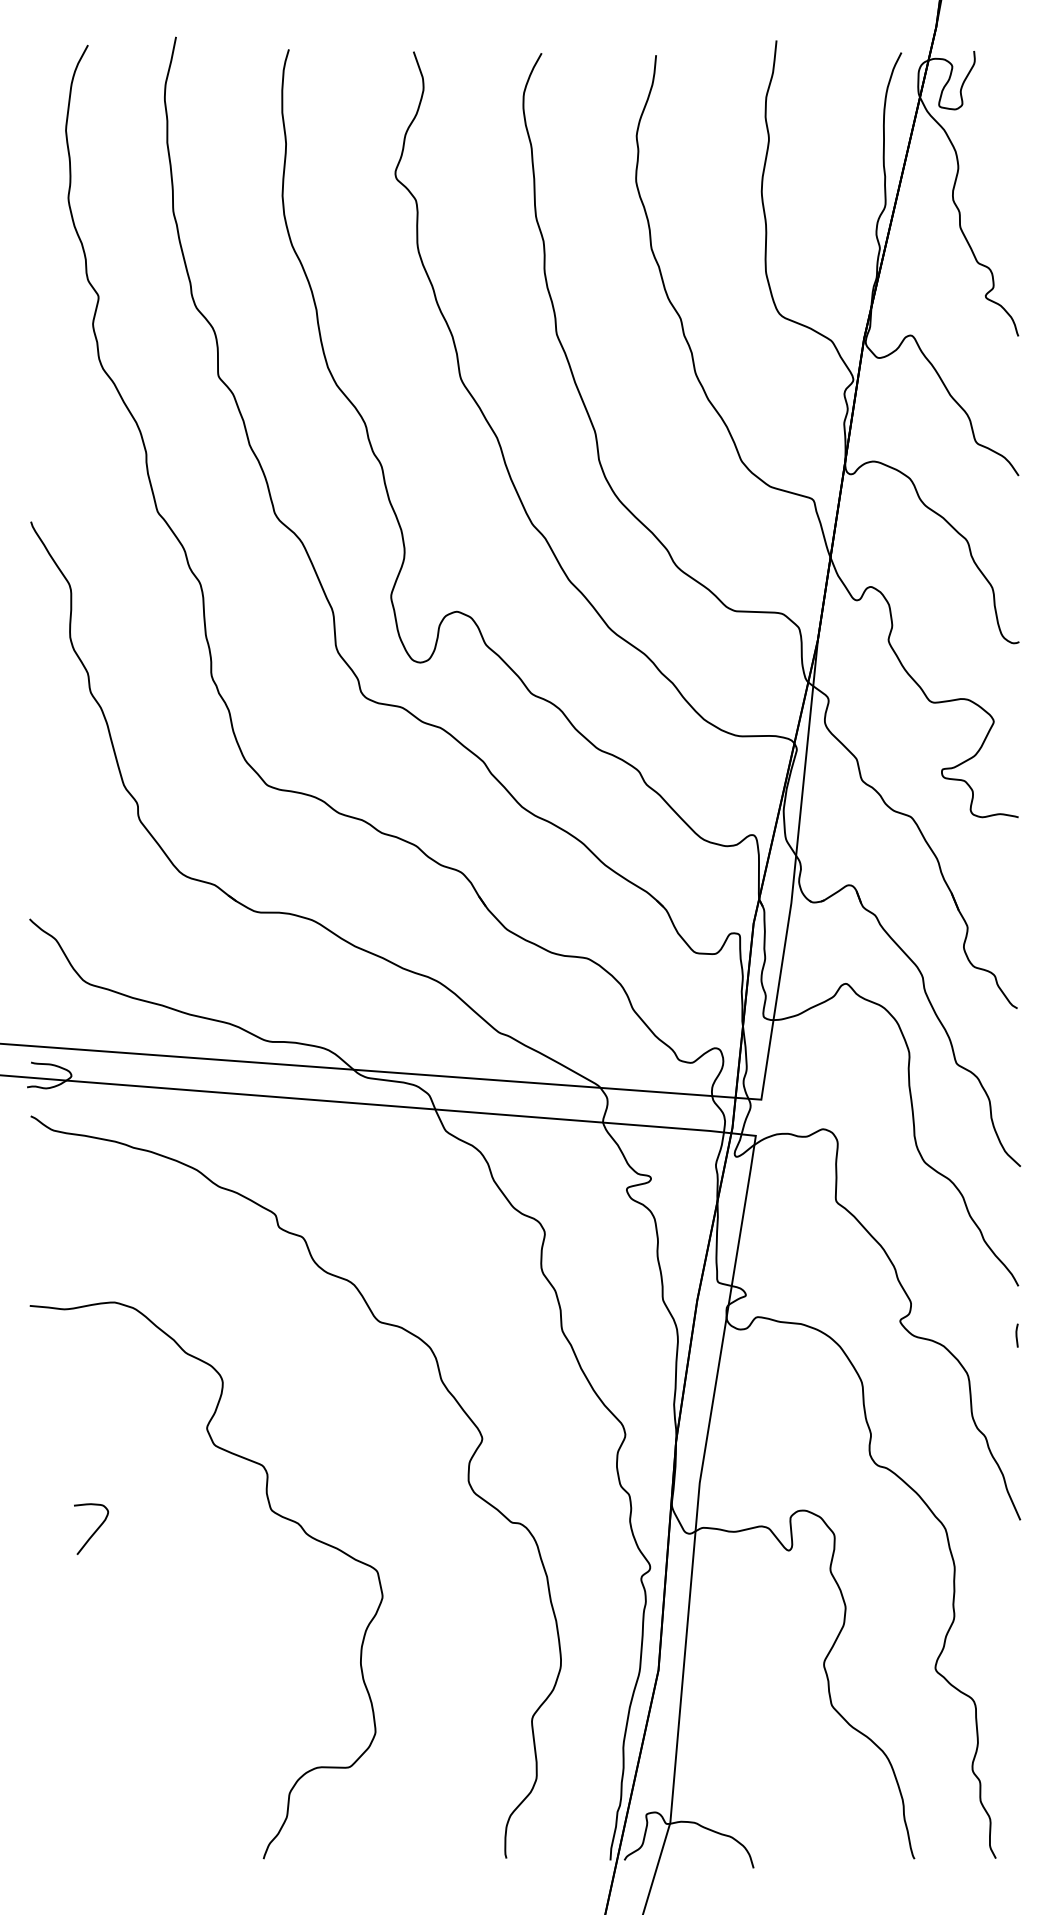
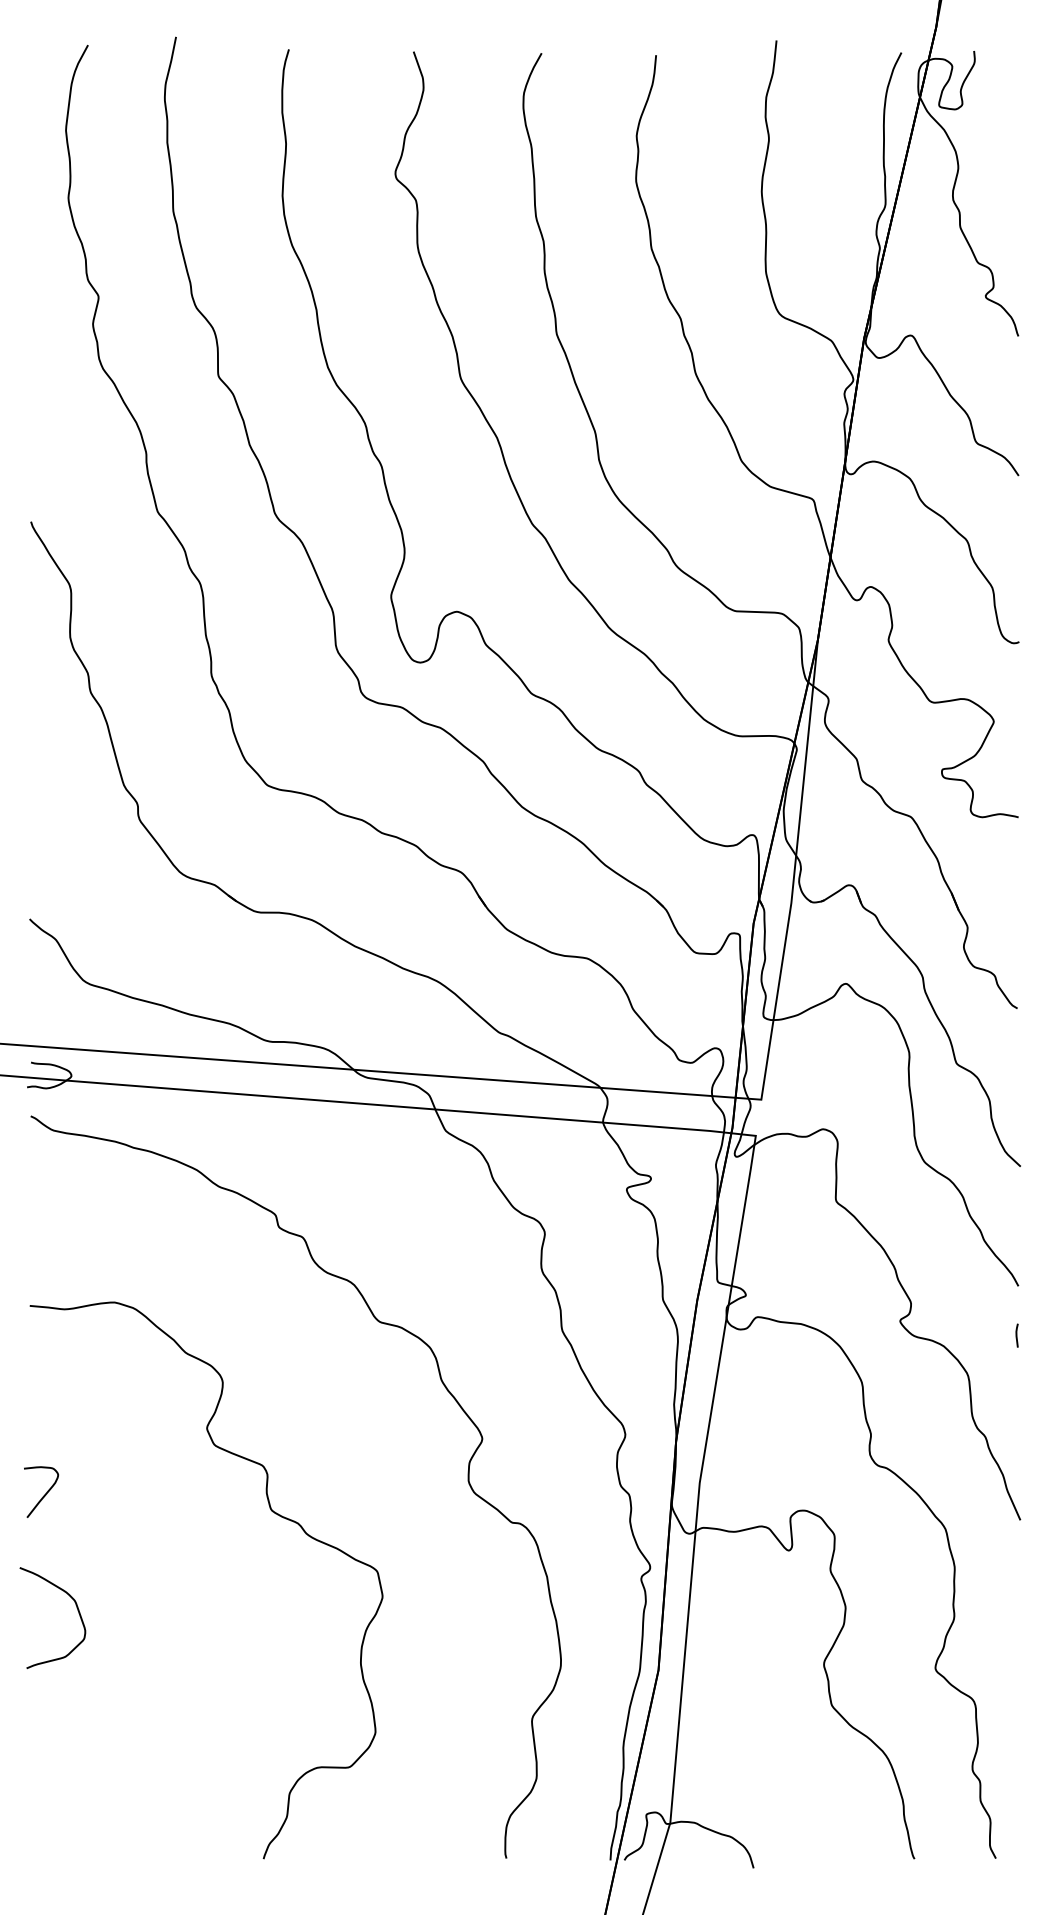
curve at (94, 1531) position: (94, 1531) -> (44, 1494)
curve at (76, 1608): none -> present
